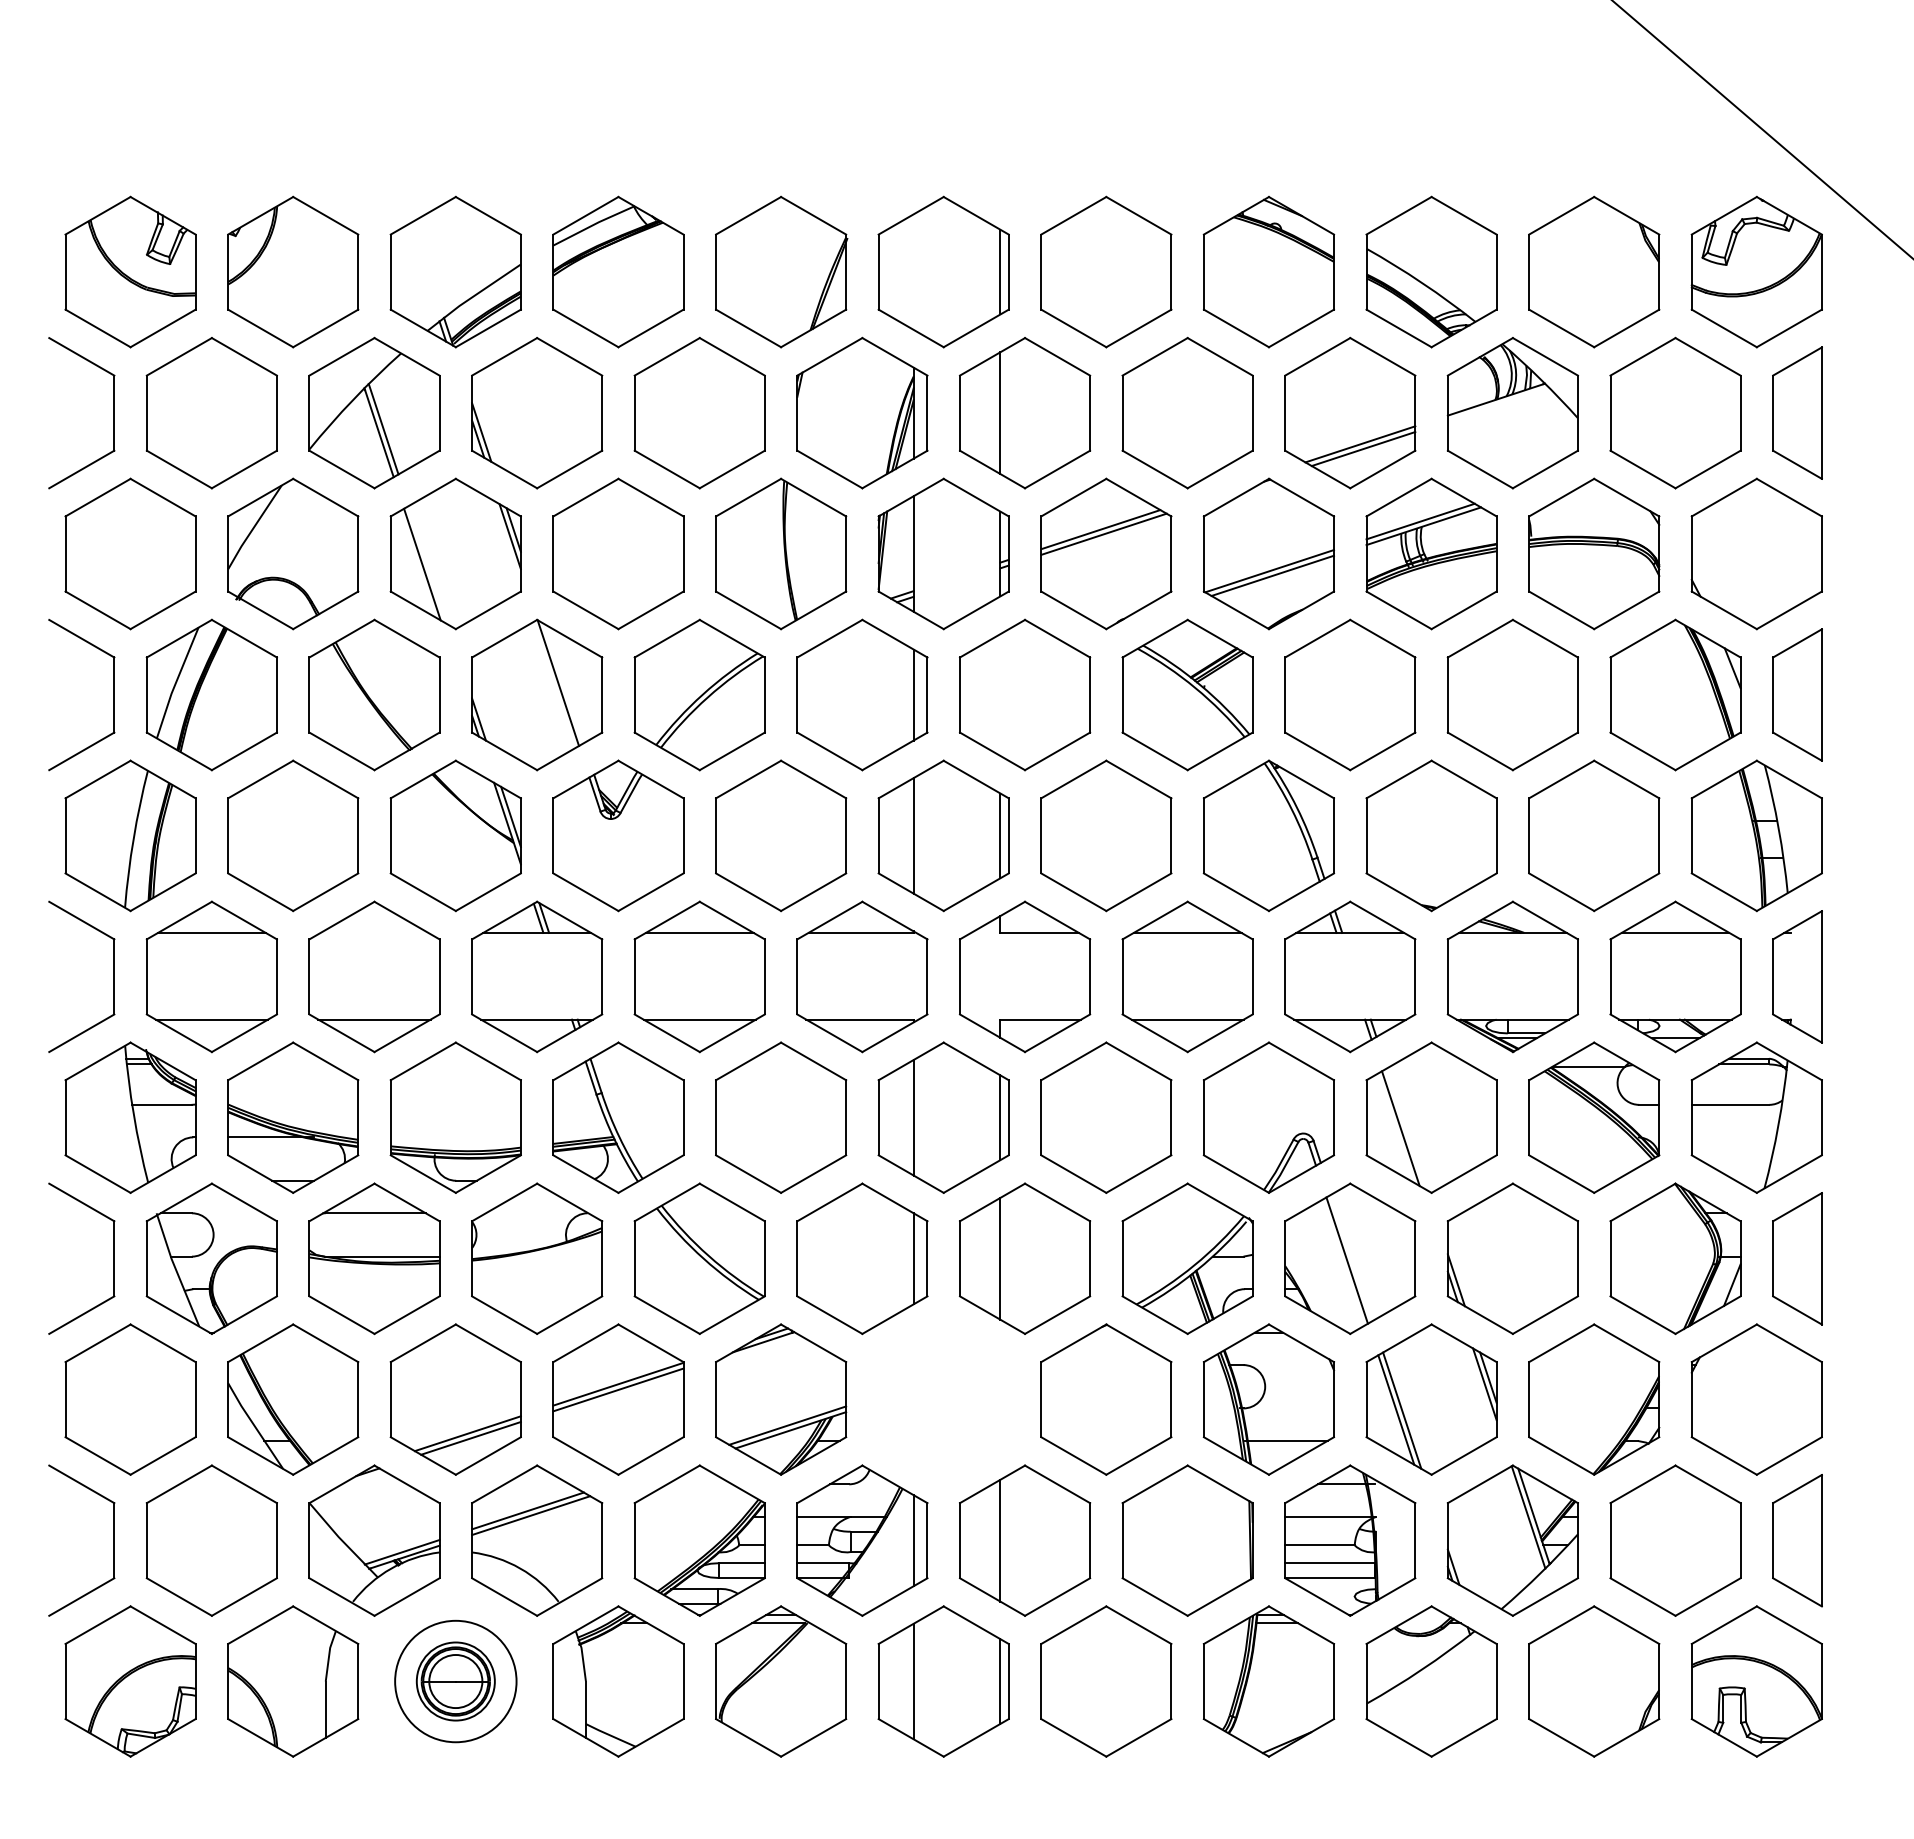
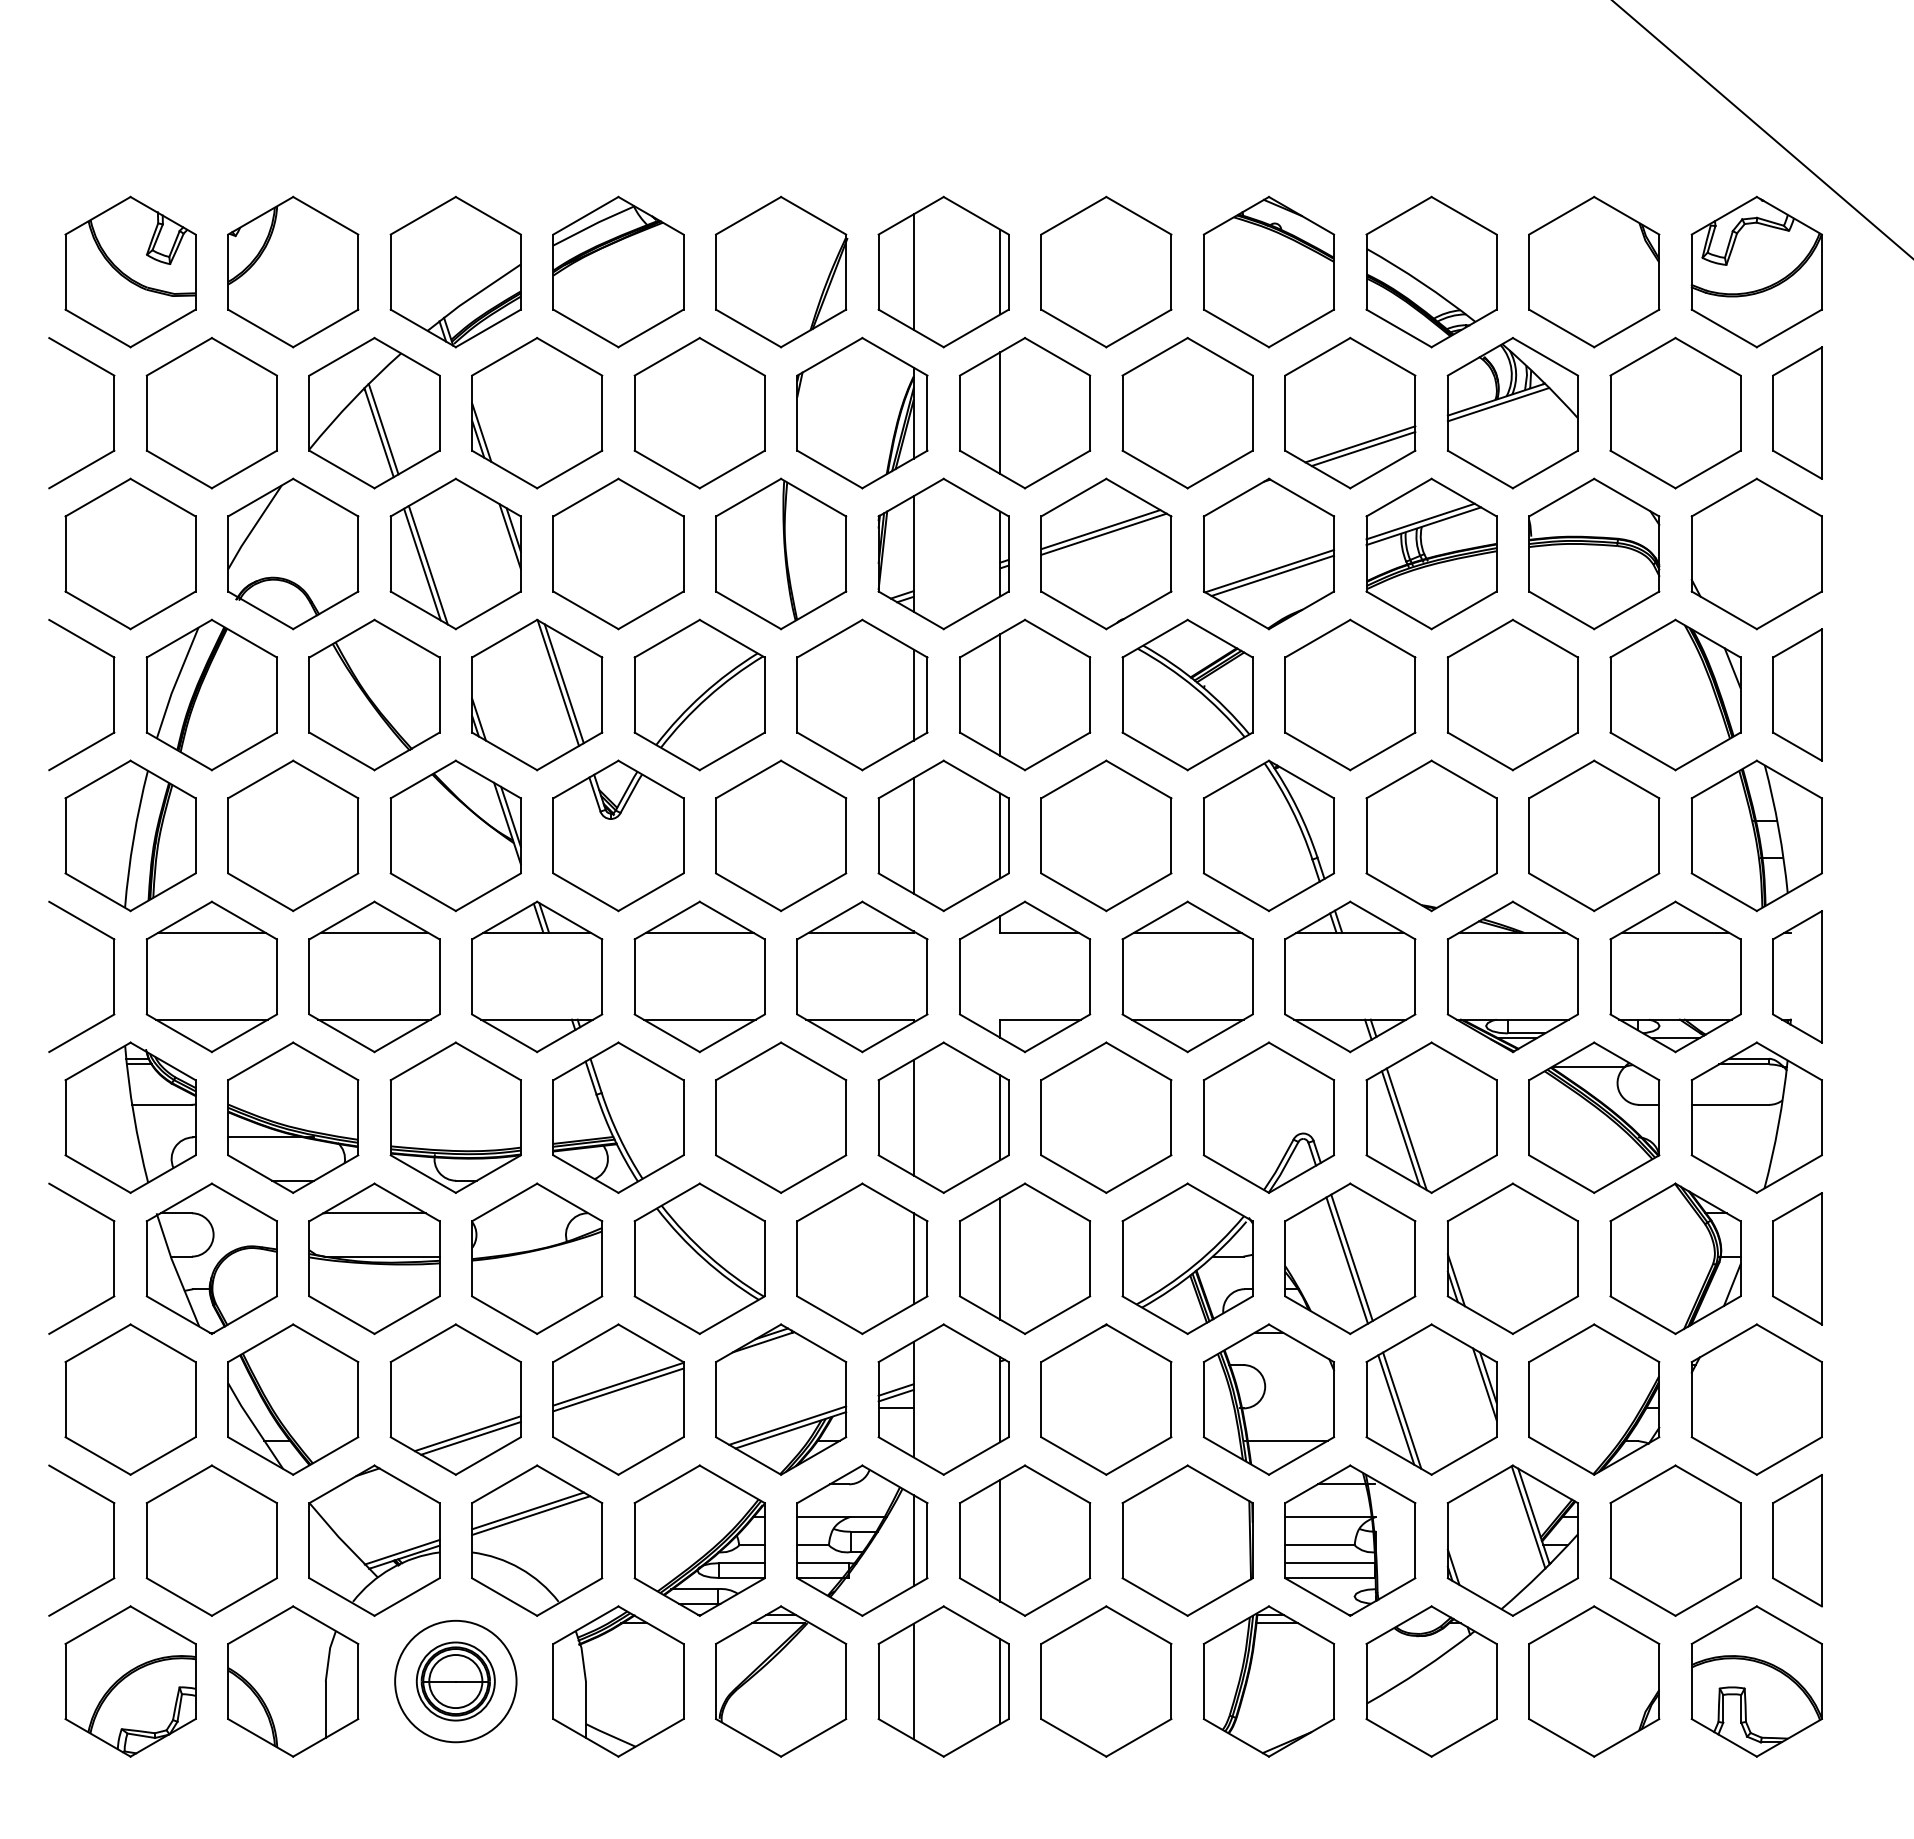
line at (913, 271): none -> present
line at (1498, 404): none -> present
line at (427, 565): none -> present
line at (563, 683): none -> present
line at (1000, 694): none -> present
line at (374, 932): none -> present
line at (1406, 1129): none -> present
line at (1351, 1257): none -> present
part at (943, 1399): none -> present
